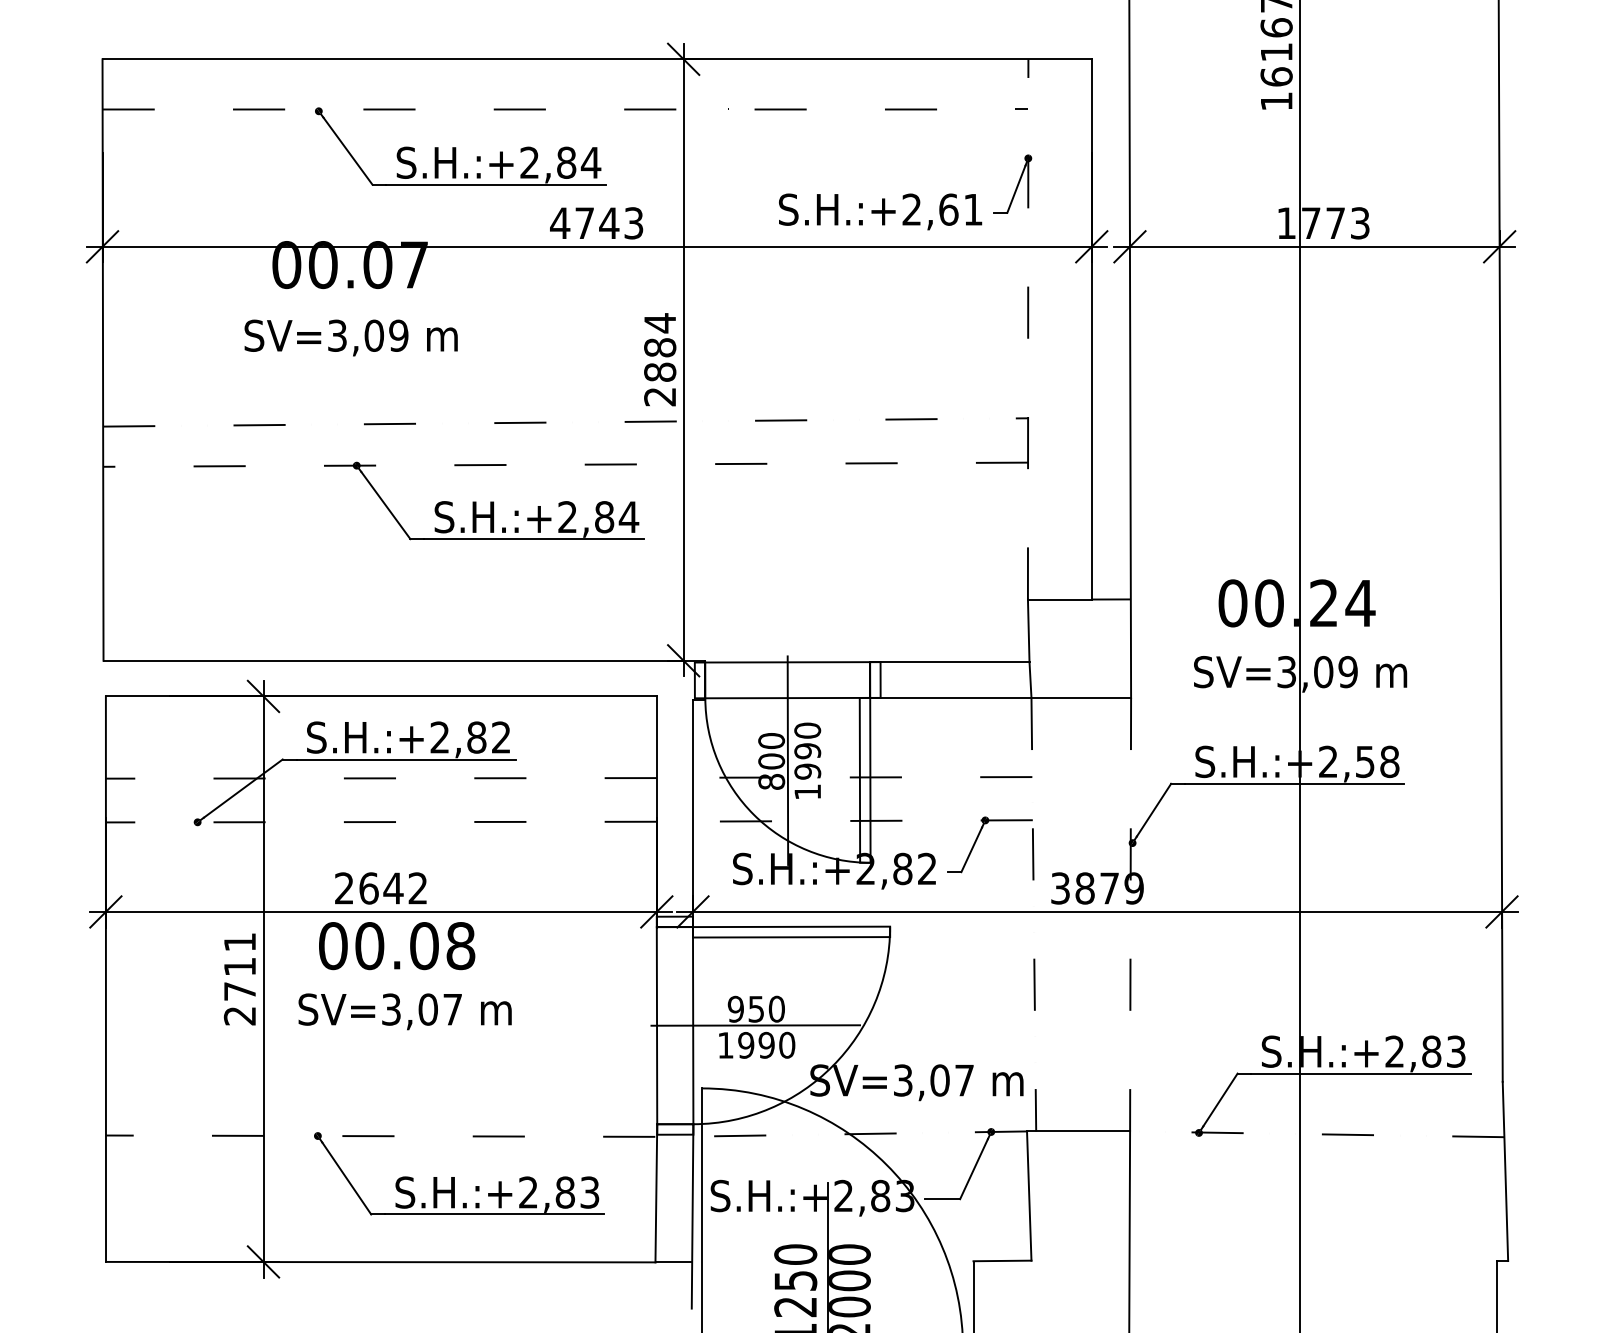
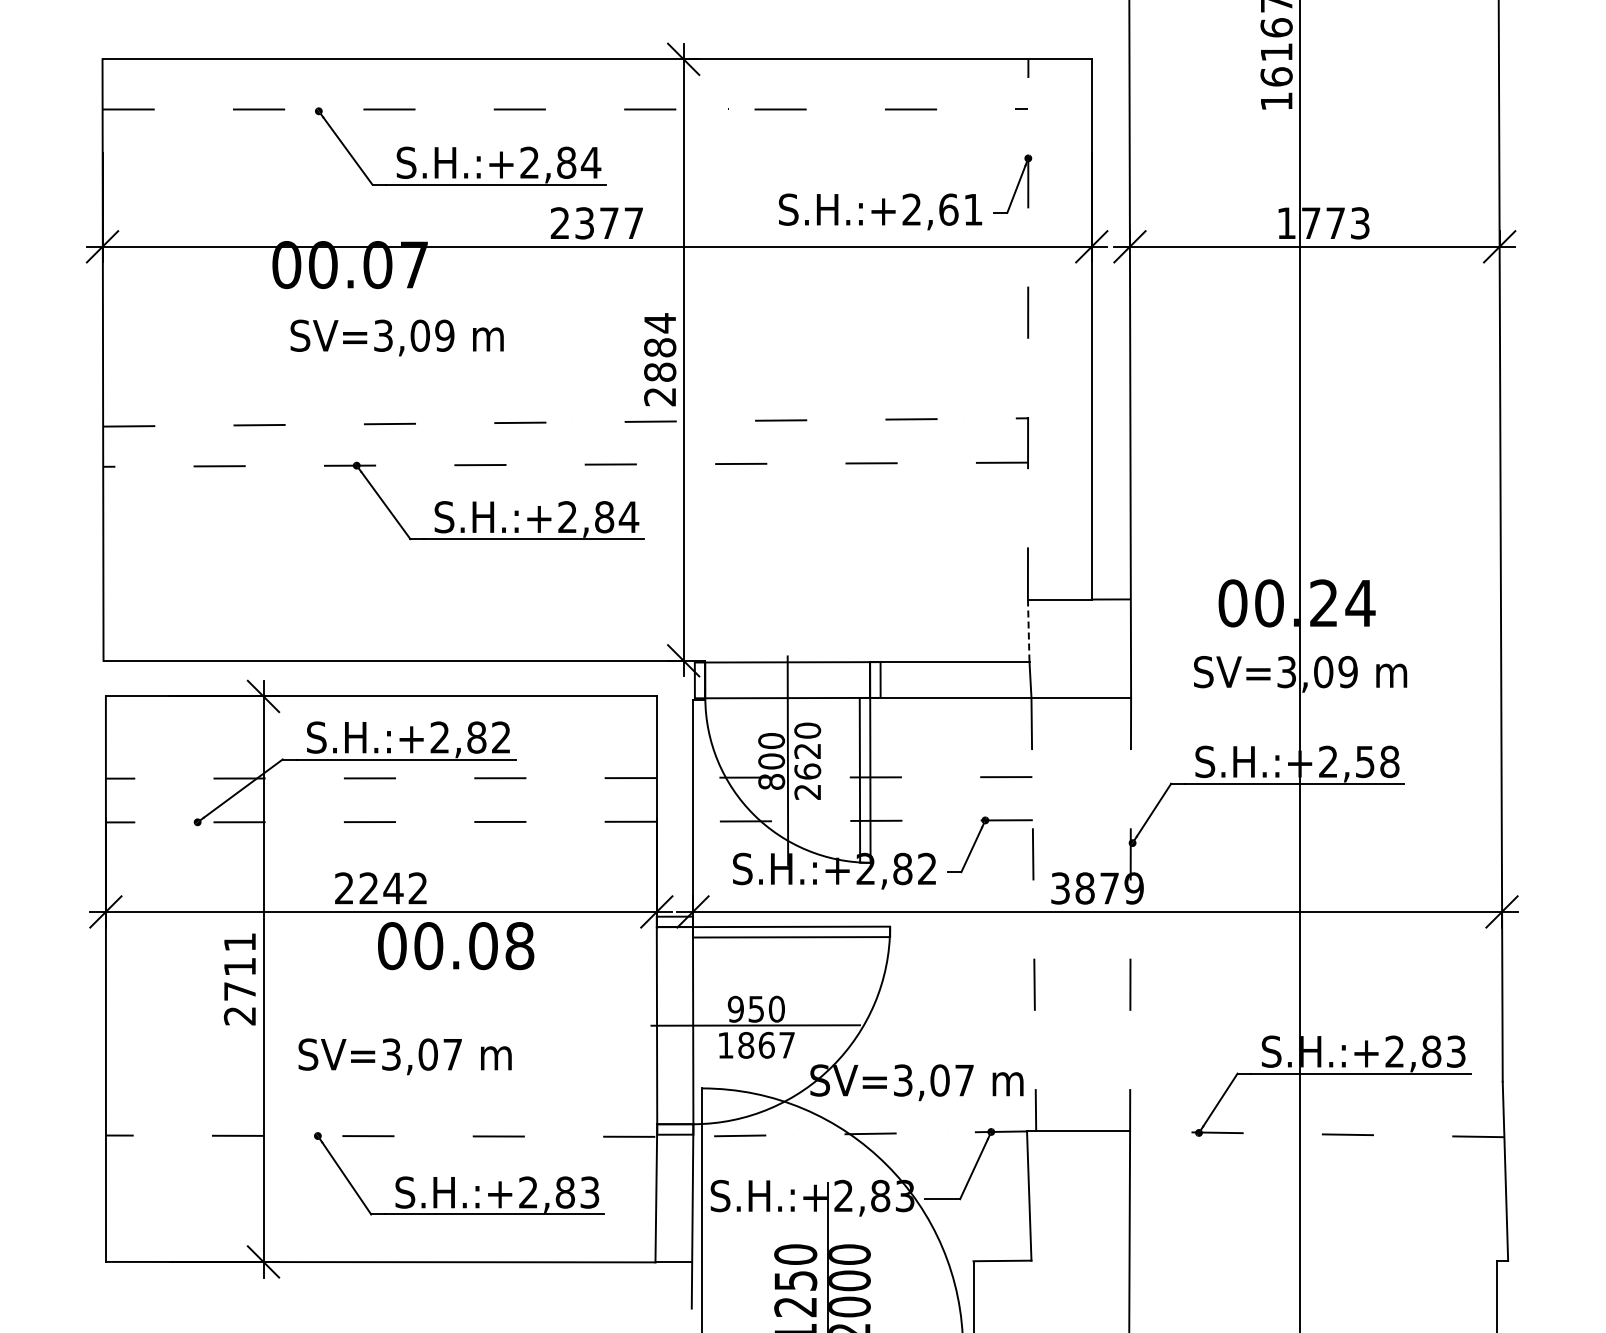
text at (596, 223): 4743 -> 2377
text at (350, 337) position: (350, 337) -> (396, 337)
line at (1028, 631): solid -> dashed
text at (807, 771): 1990 -> 2620
text at (368, 888): 2642 -> 2242
text at (397, 946) position: (397, 946) -> (456, 946)
text at (404, 1011) position: (404, 1011) -> (404, 1056)
text at (766, 1044): 1990 -> 1867
